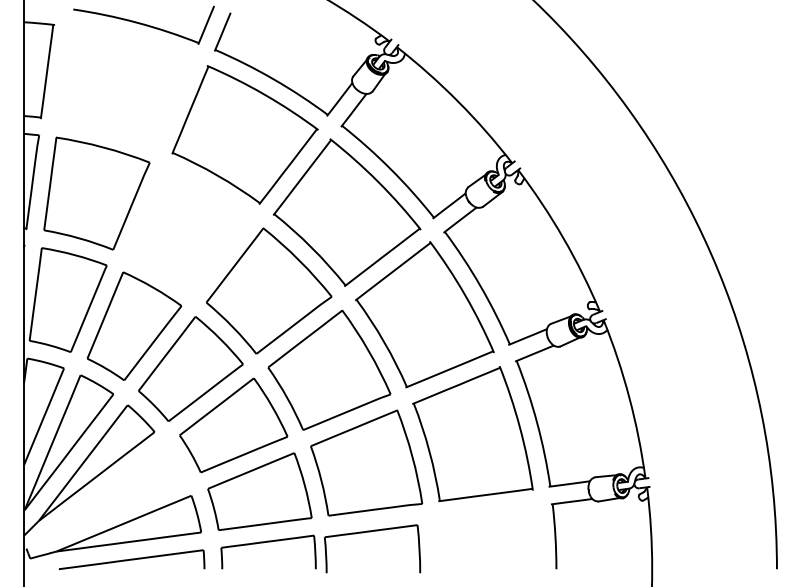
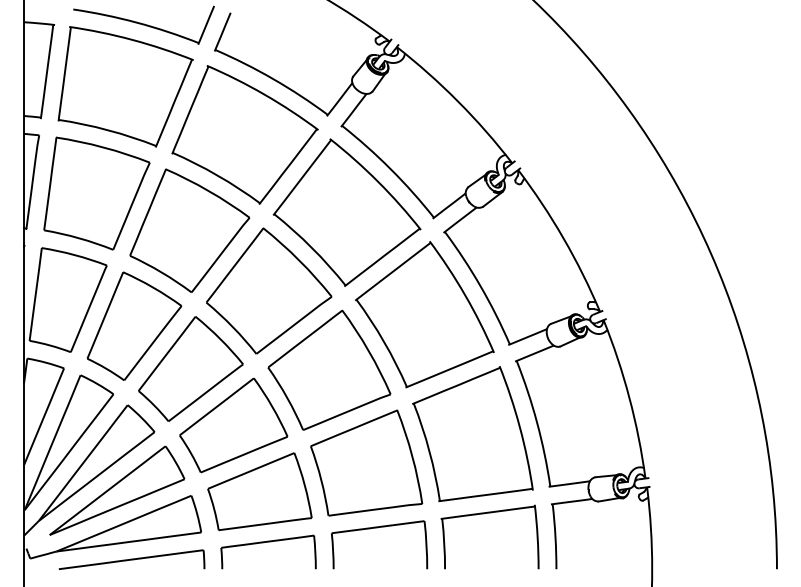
part at (125, 86): none -> present
part at (189, 230): none -> present
part at (117, 490): none -> present
part at (484, 514): none -> present
part at (370, 532) position: (370, 532) -> (377, 528)
